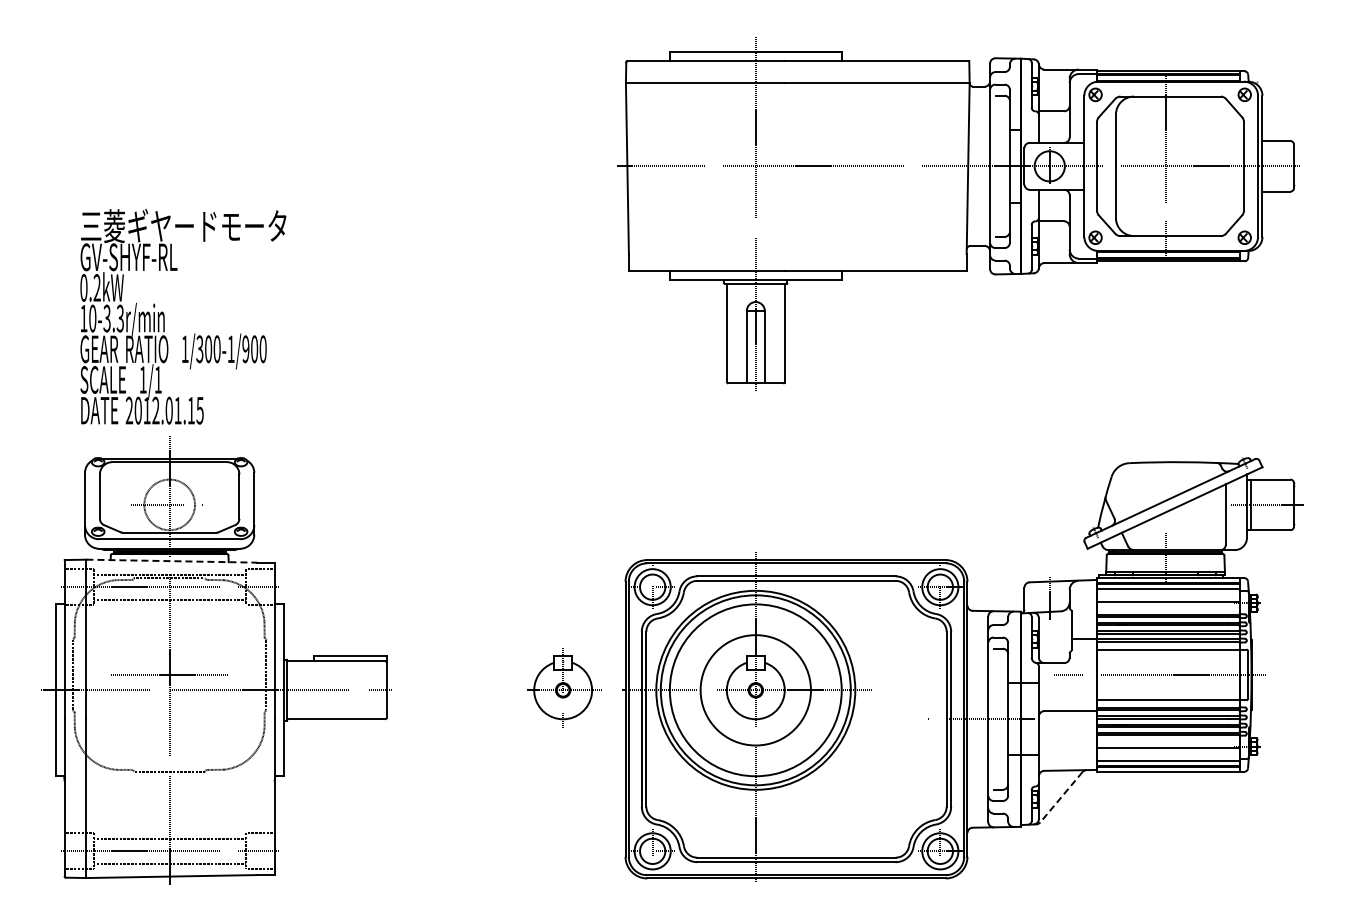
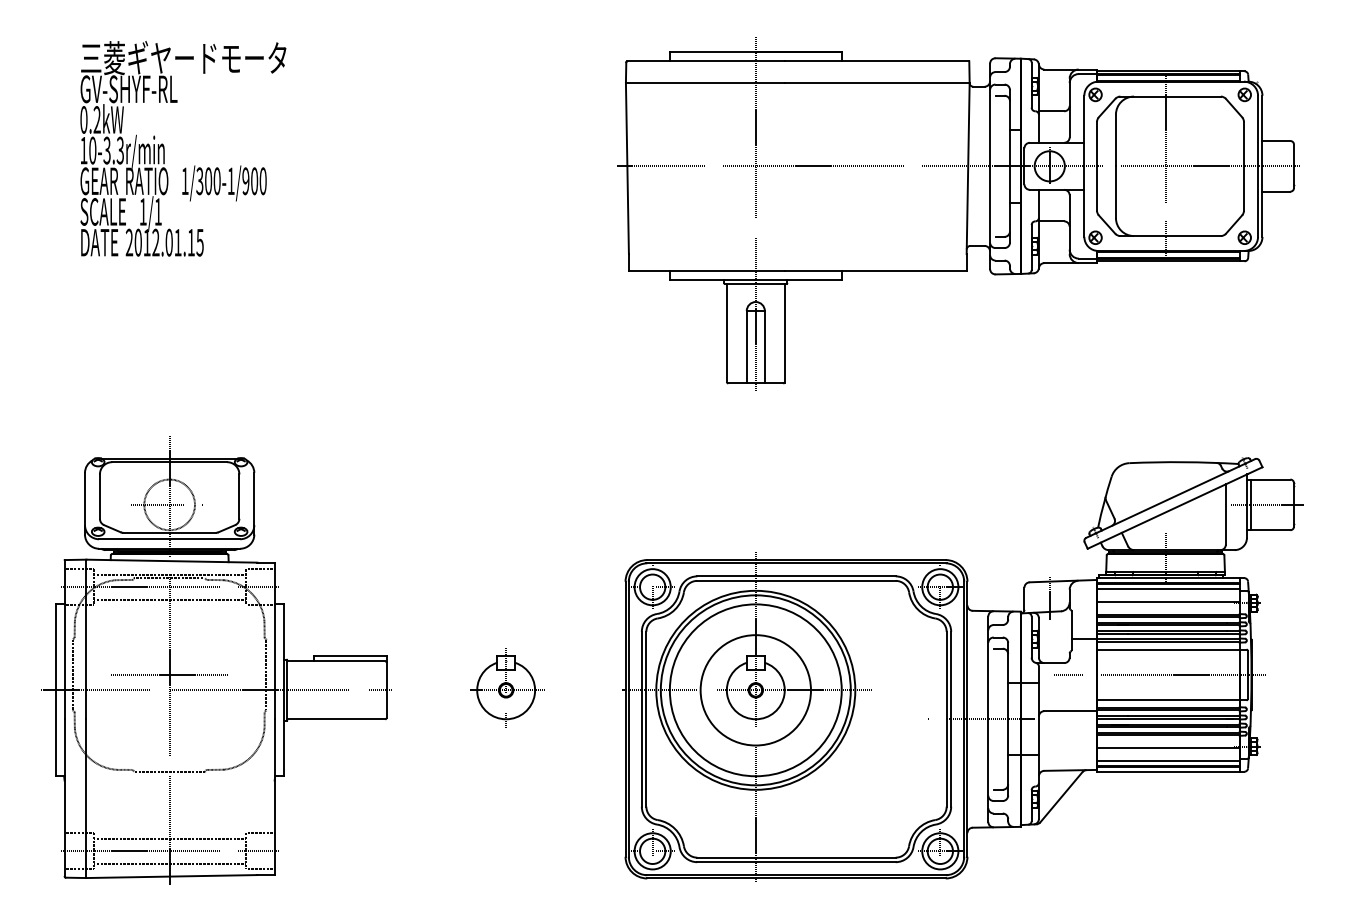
text at (183, 316) position: (183, 316) -> (183, 148)
line at (172, 561): dashed -> solid
part at (564, 687) position: (564, 687) -> (507, 687)
line at (1061, 797): dashed -> solid
